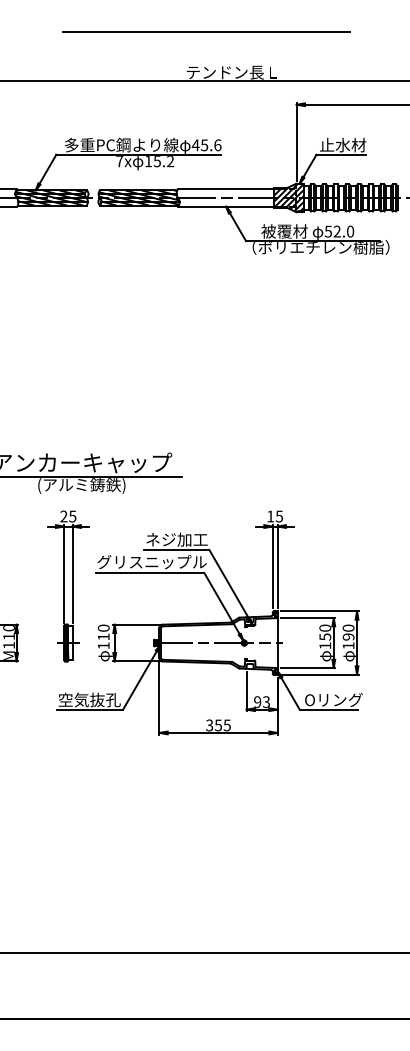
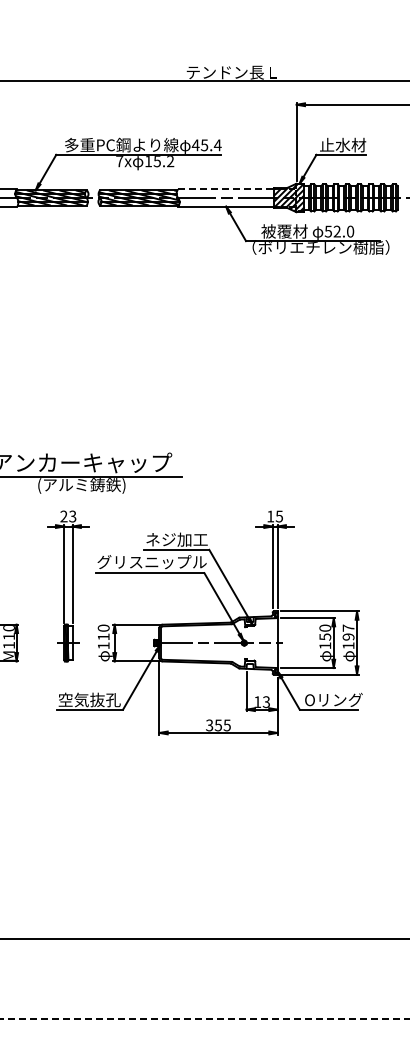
line at (206, 31): present -> none
text at (217, 145): 45.6 -> 45.4
line at (225, 189): solid -> dashed
text at (72, 515): 25 -> 23
text at (348, 627): 190 -> 197
text at (257, 702): 93 -> 13
line at (204, 952) position: (204, 952) -> (204, 938)
line at (205, 1019): solid -> dashed
